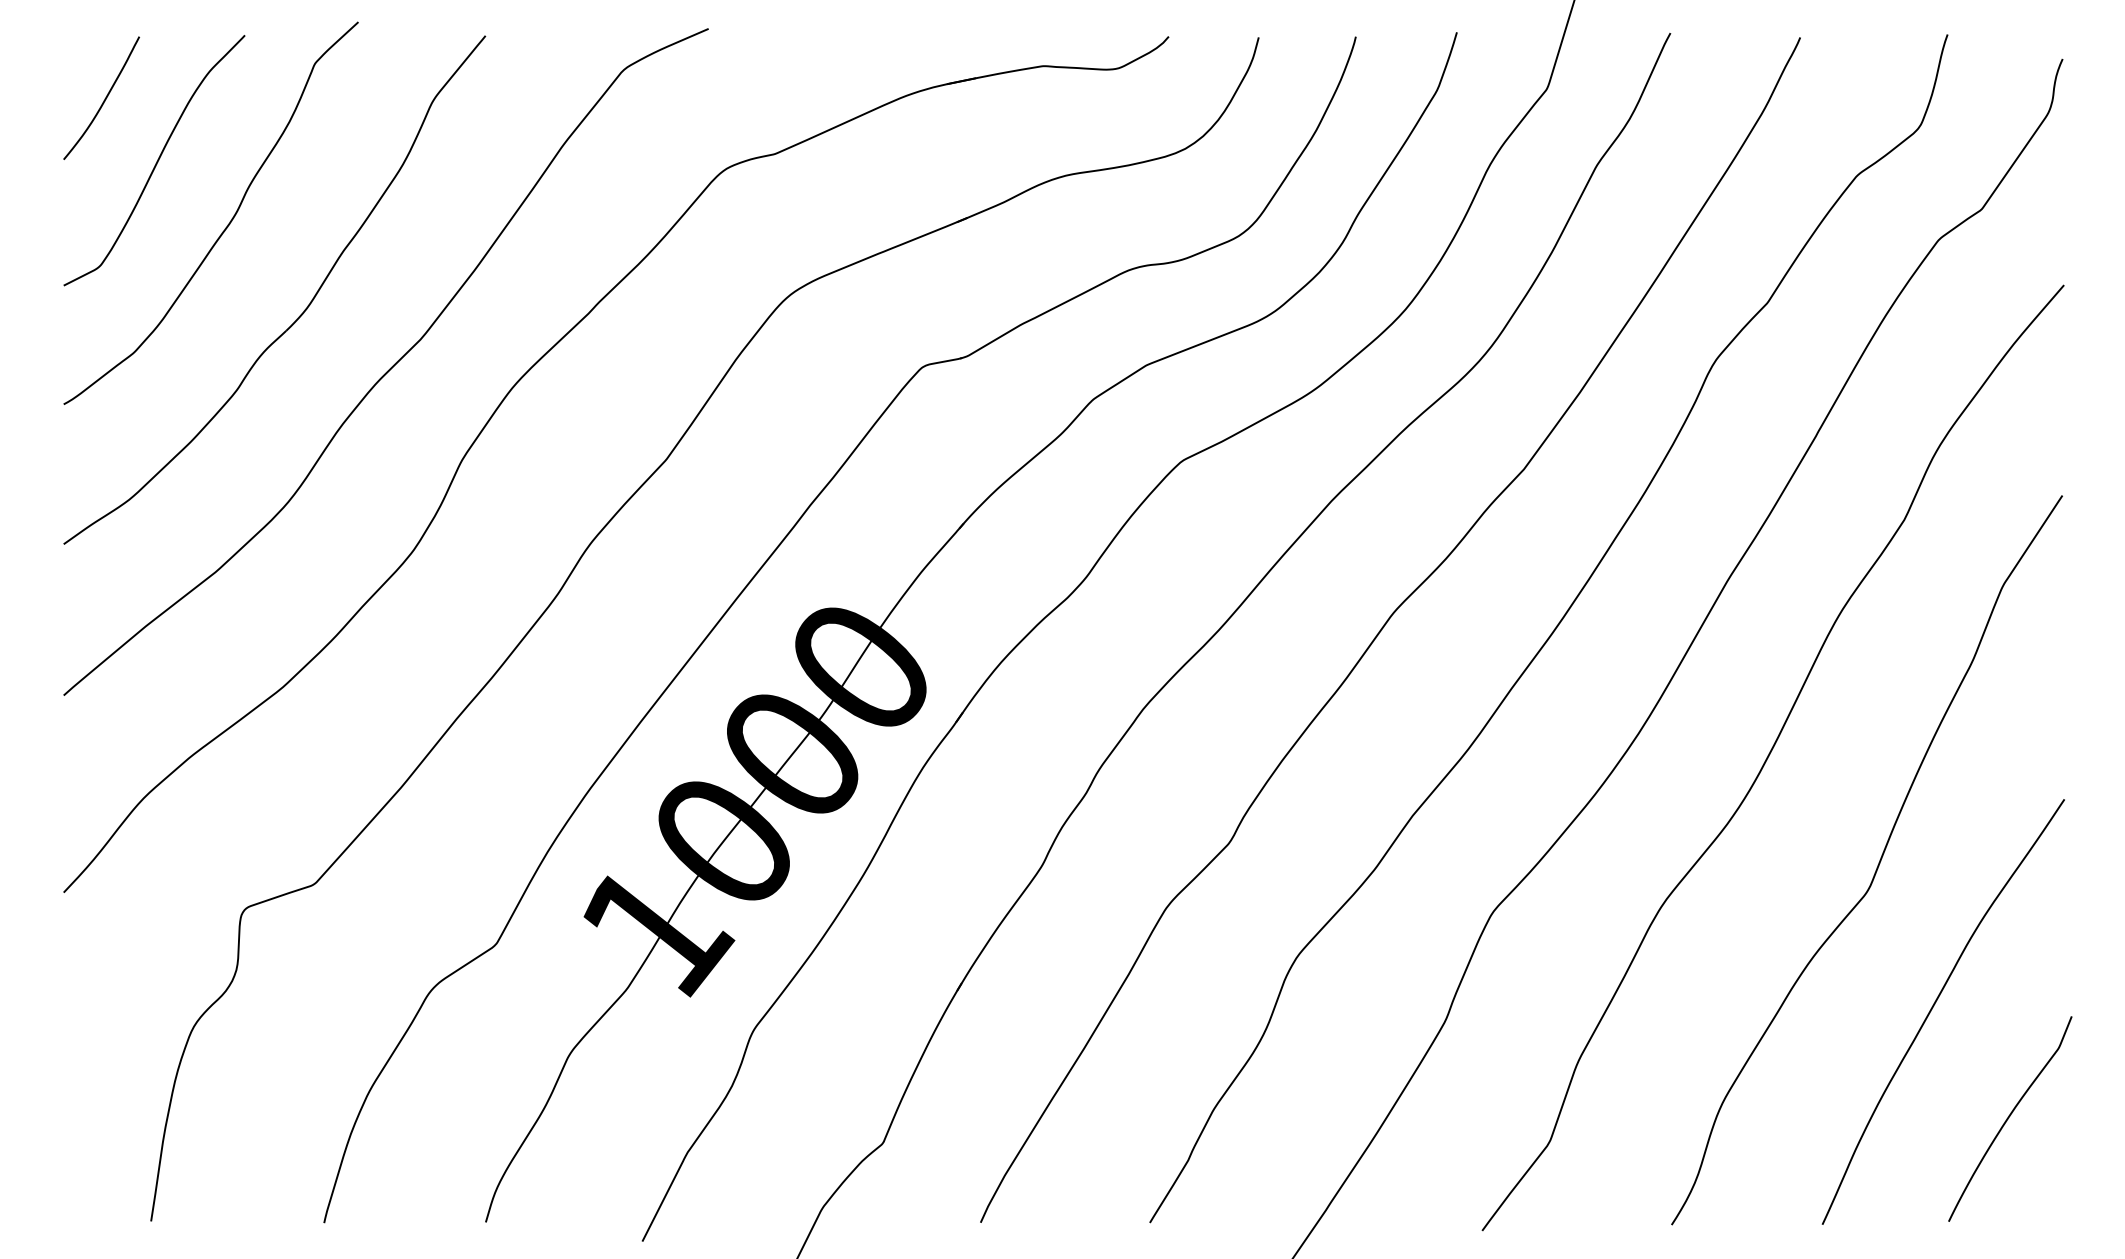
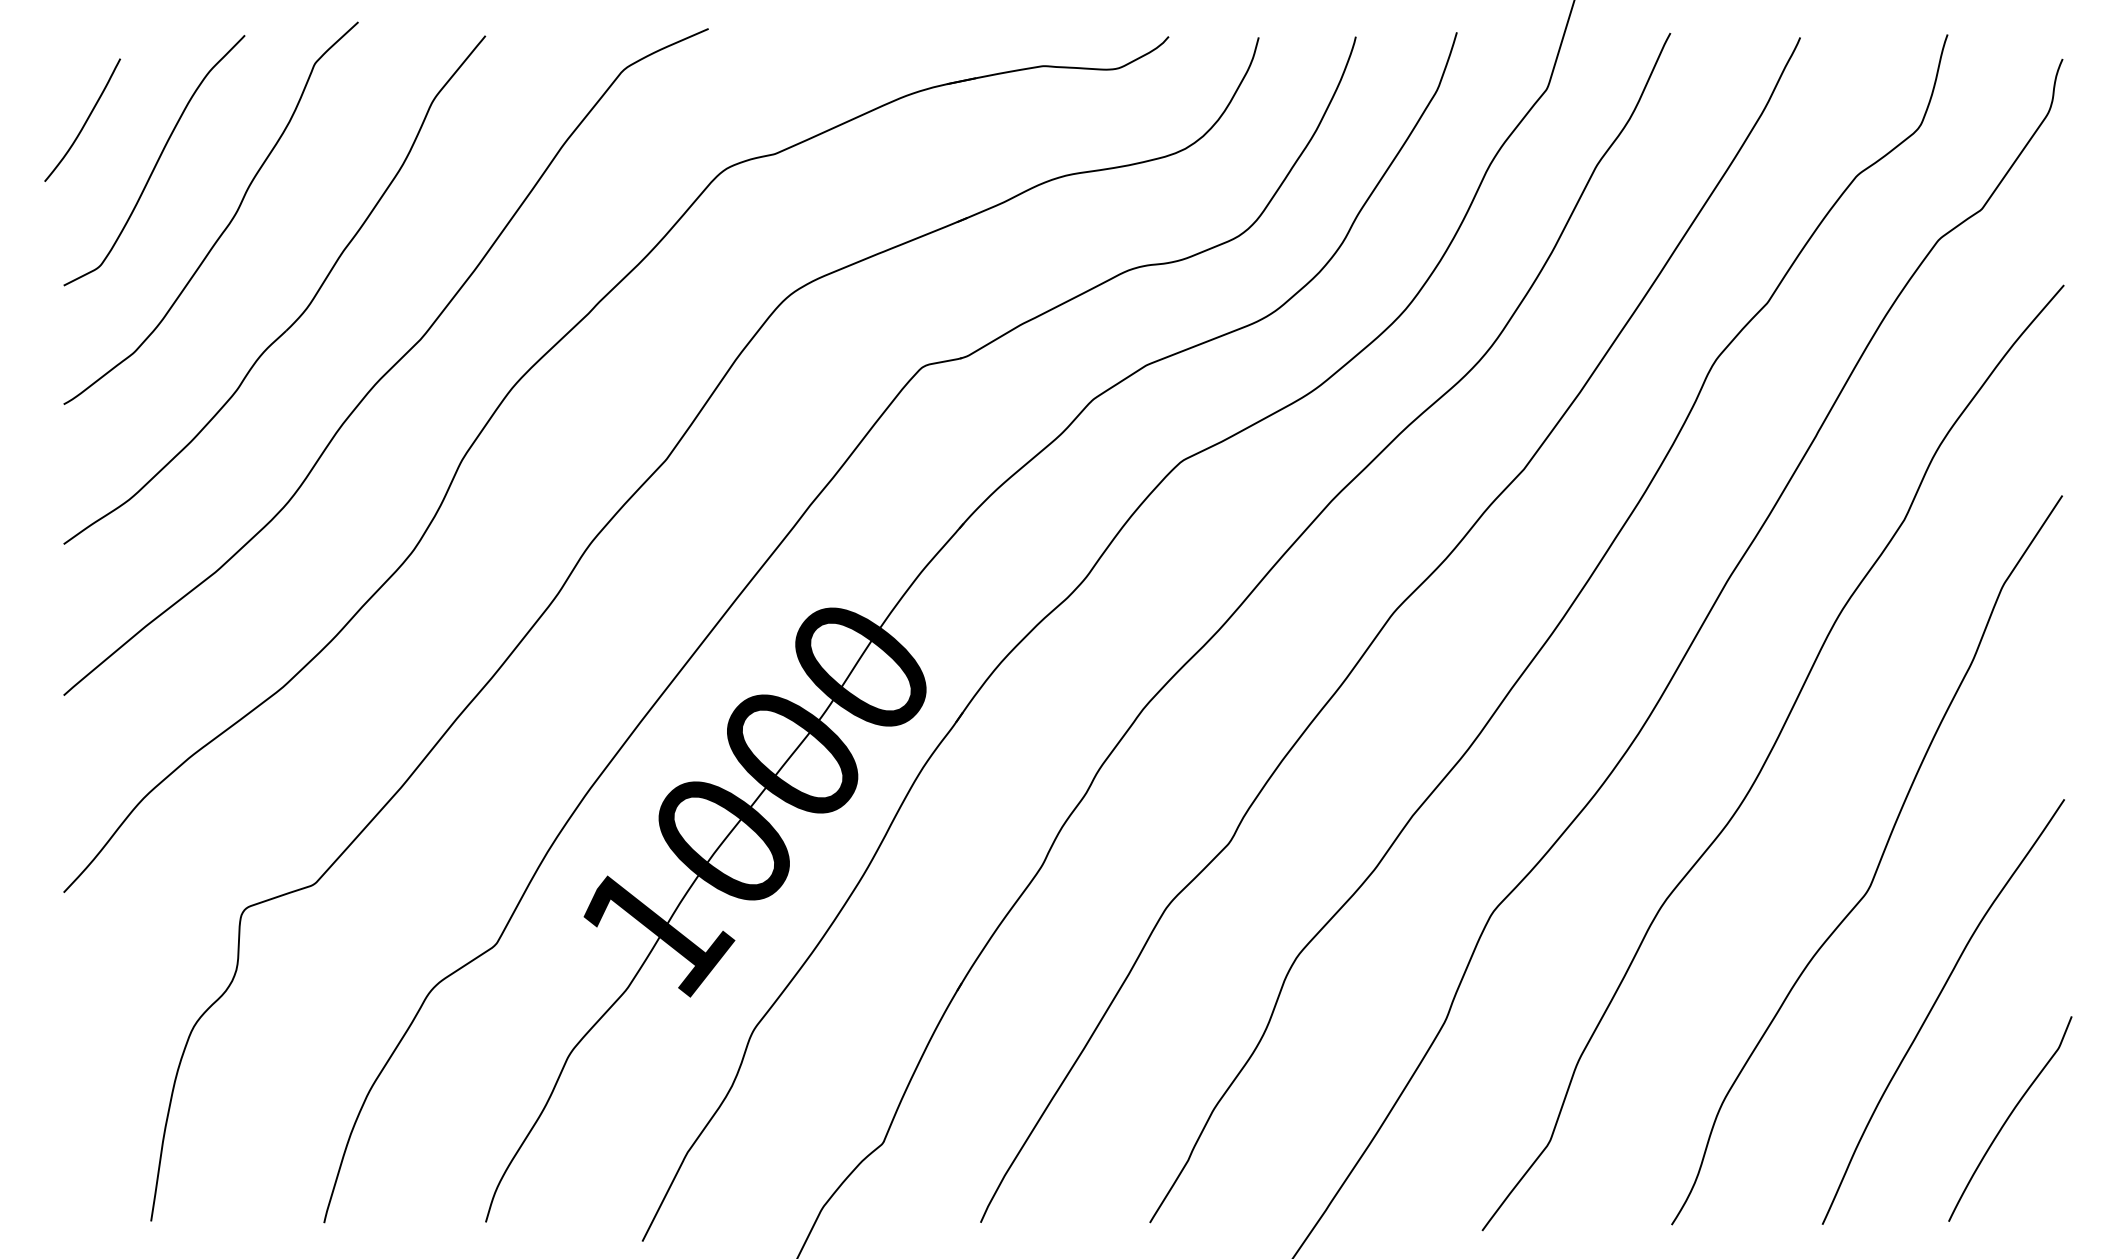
curve at (104, 98) position: (104, 98) -> (85, 120)
